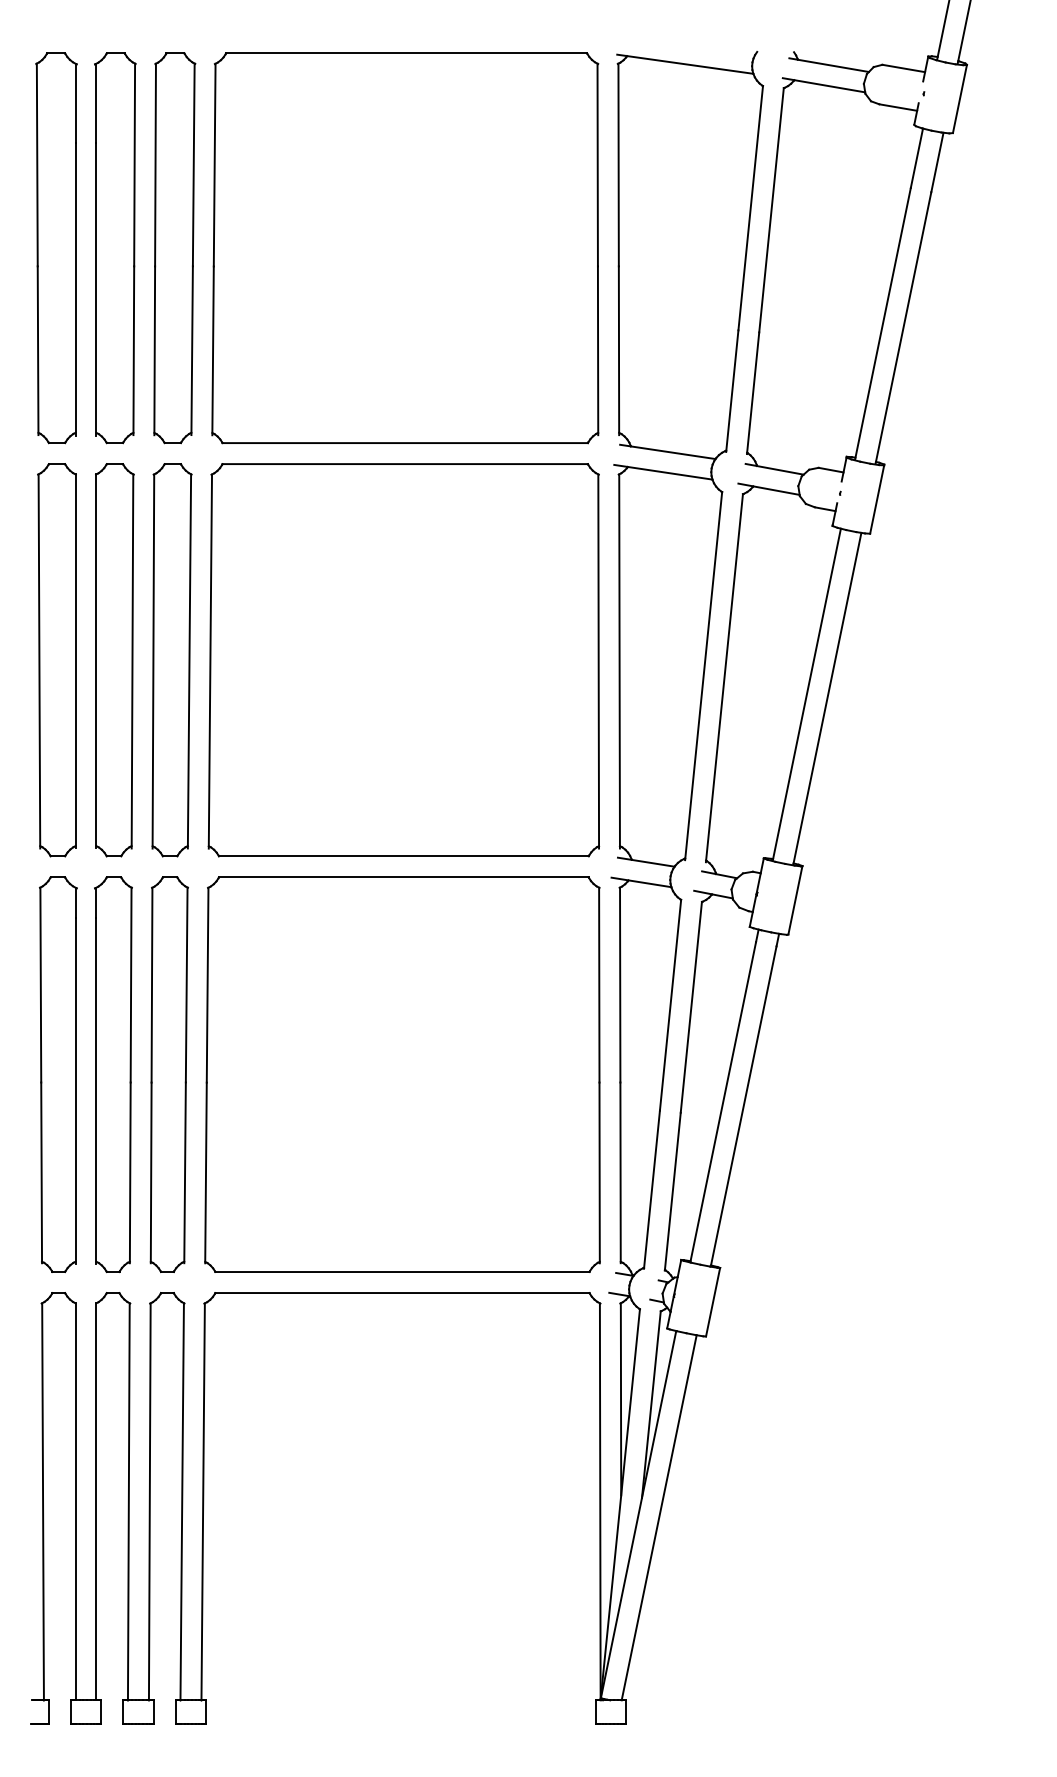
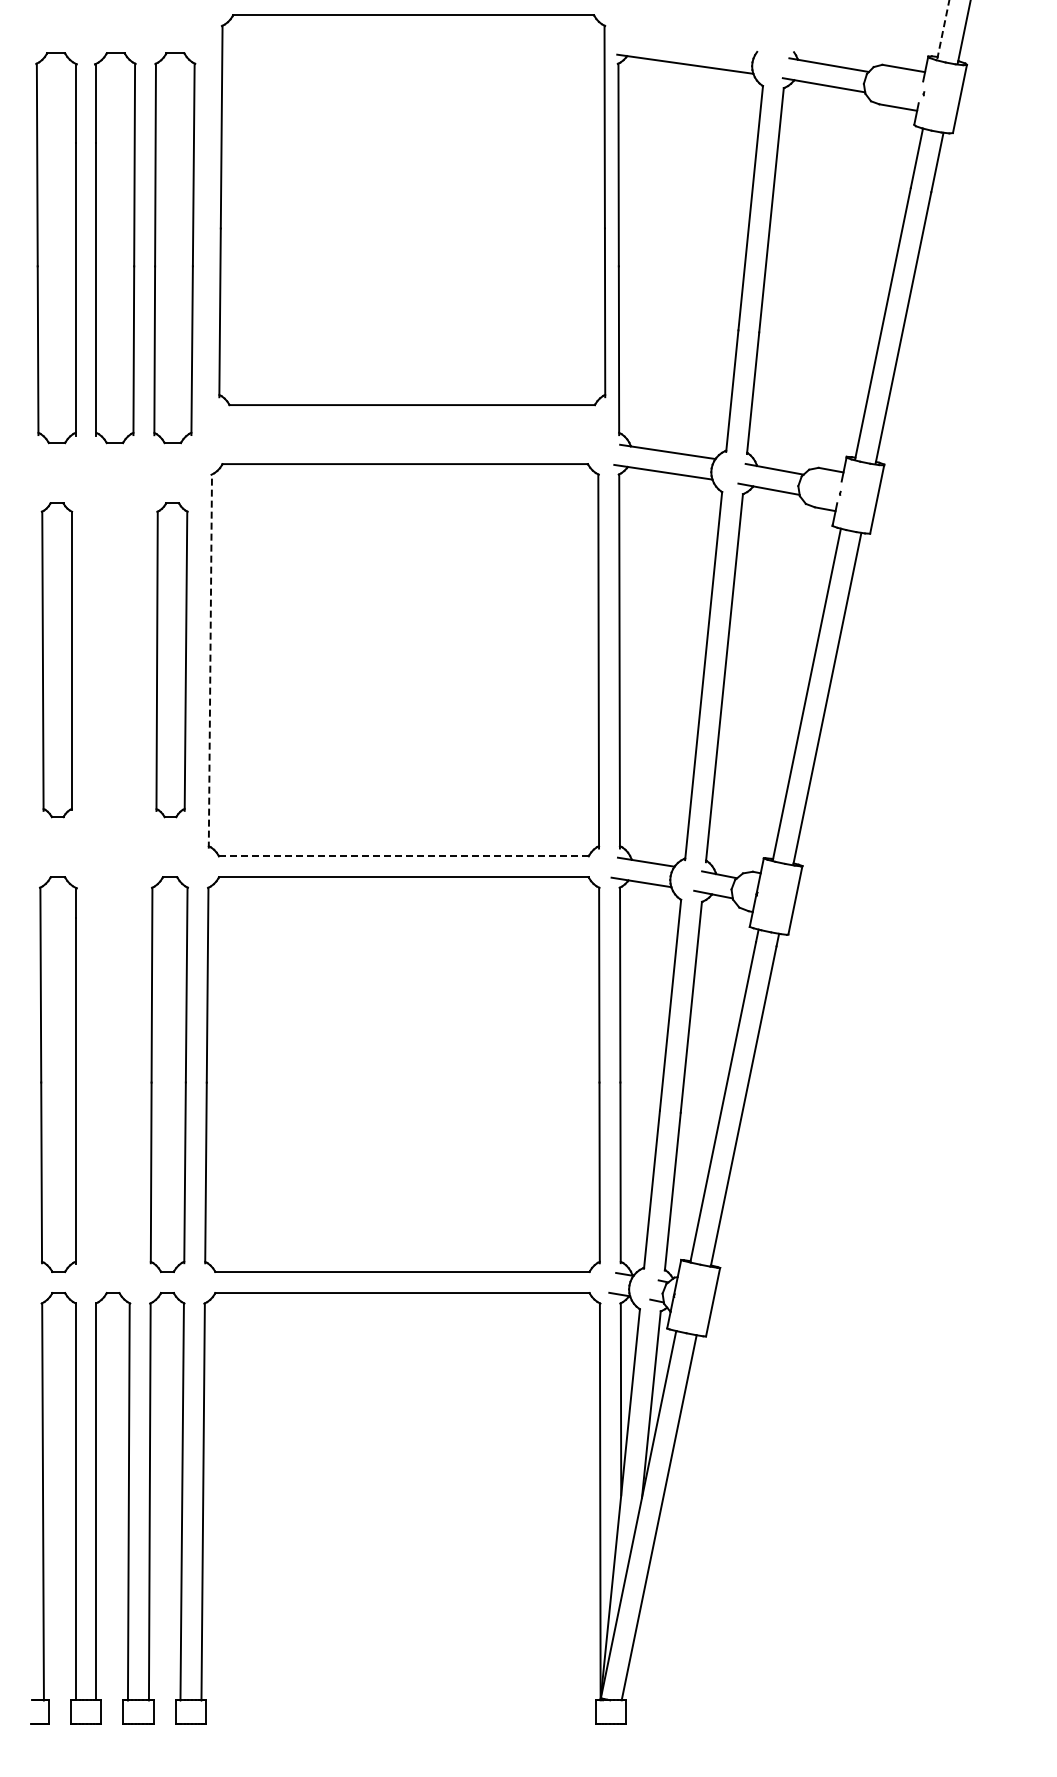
line at (943, 29): solid -> dashed
part at (405, 248) position: (405, 248) -> (412, 210)
part at (56, 660) size: 40x395 px -> 34x317 px
part at (114, 660): present -> none
part at (171, 660) size: 42x395 px -> 34x317 px
line at (210, 661): solid -> dashed
line at (403, 856): solid -> dashed
part at (113, 1074): present -> none
